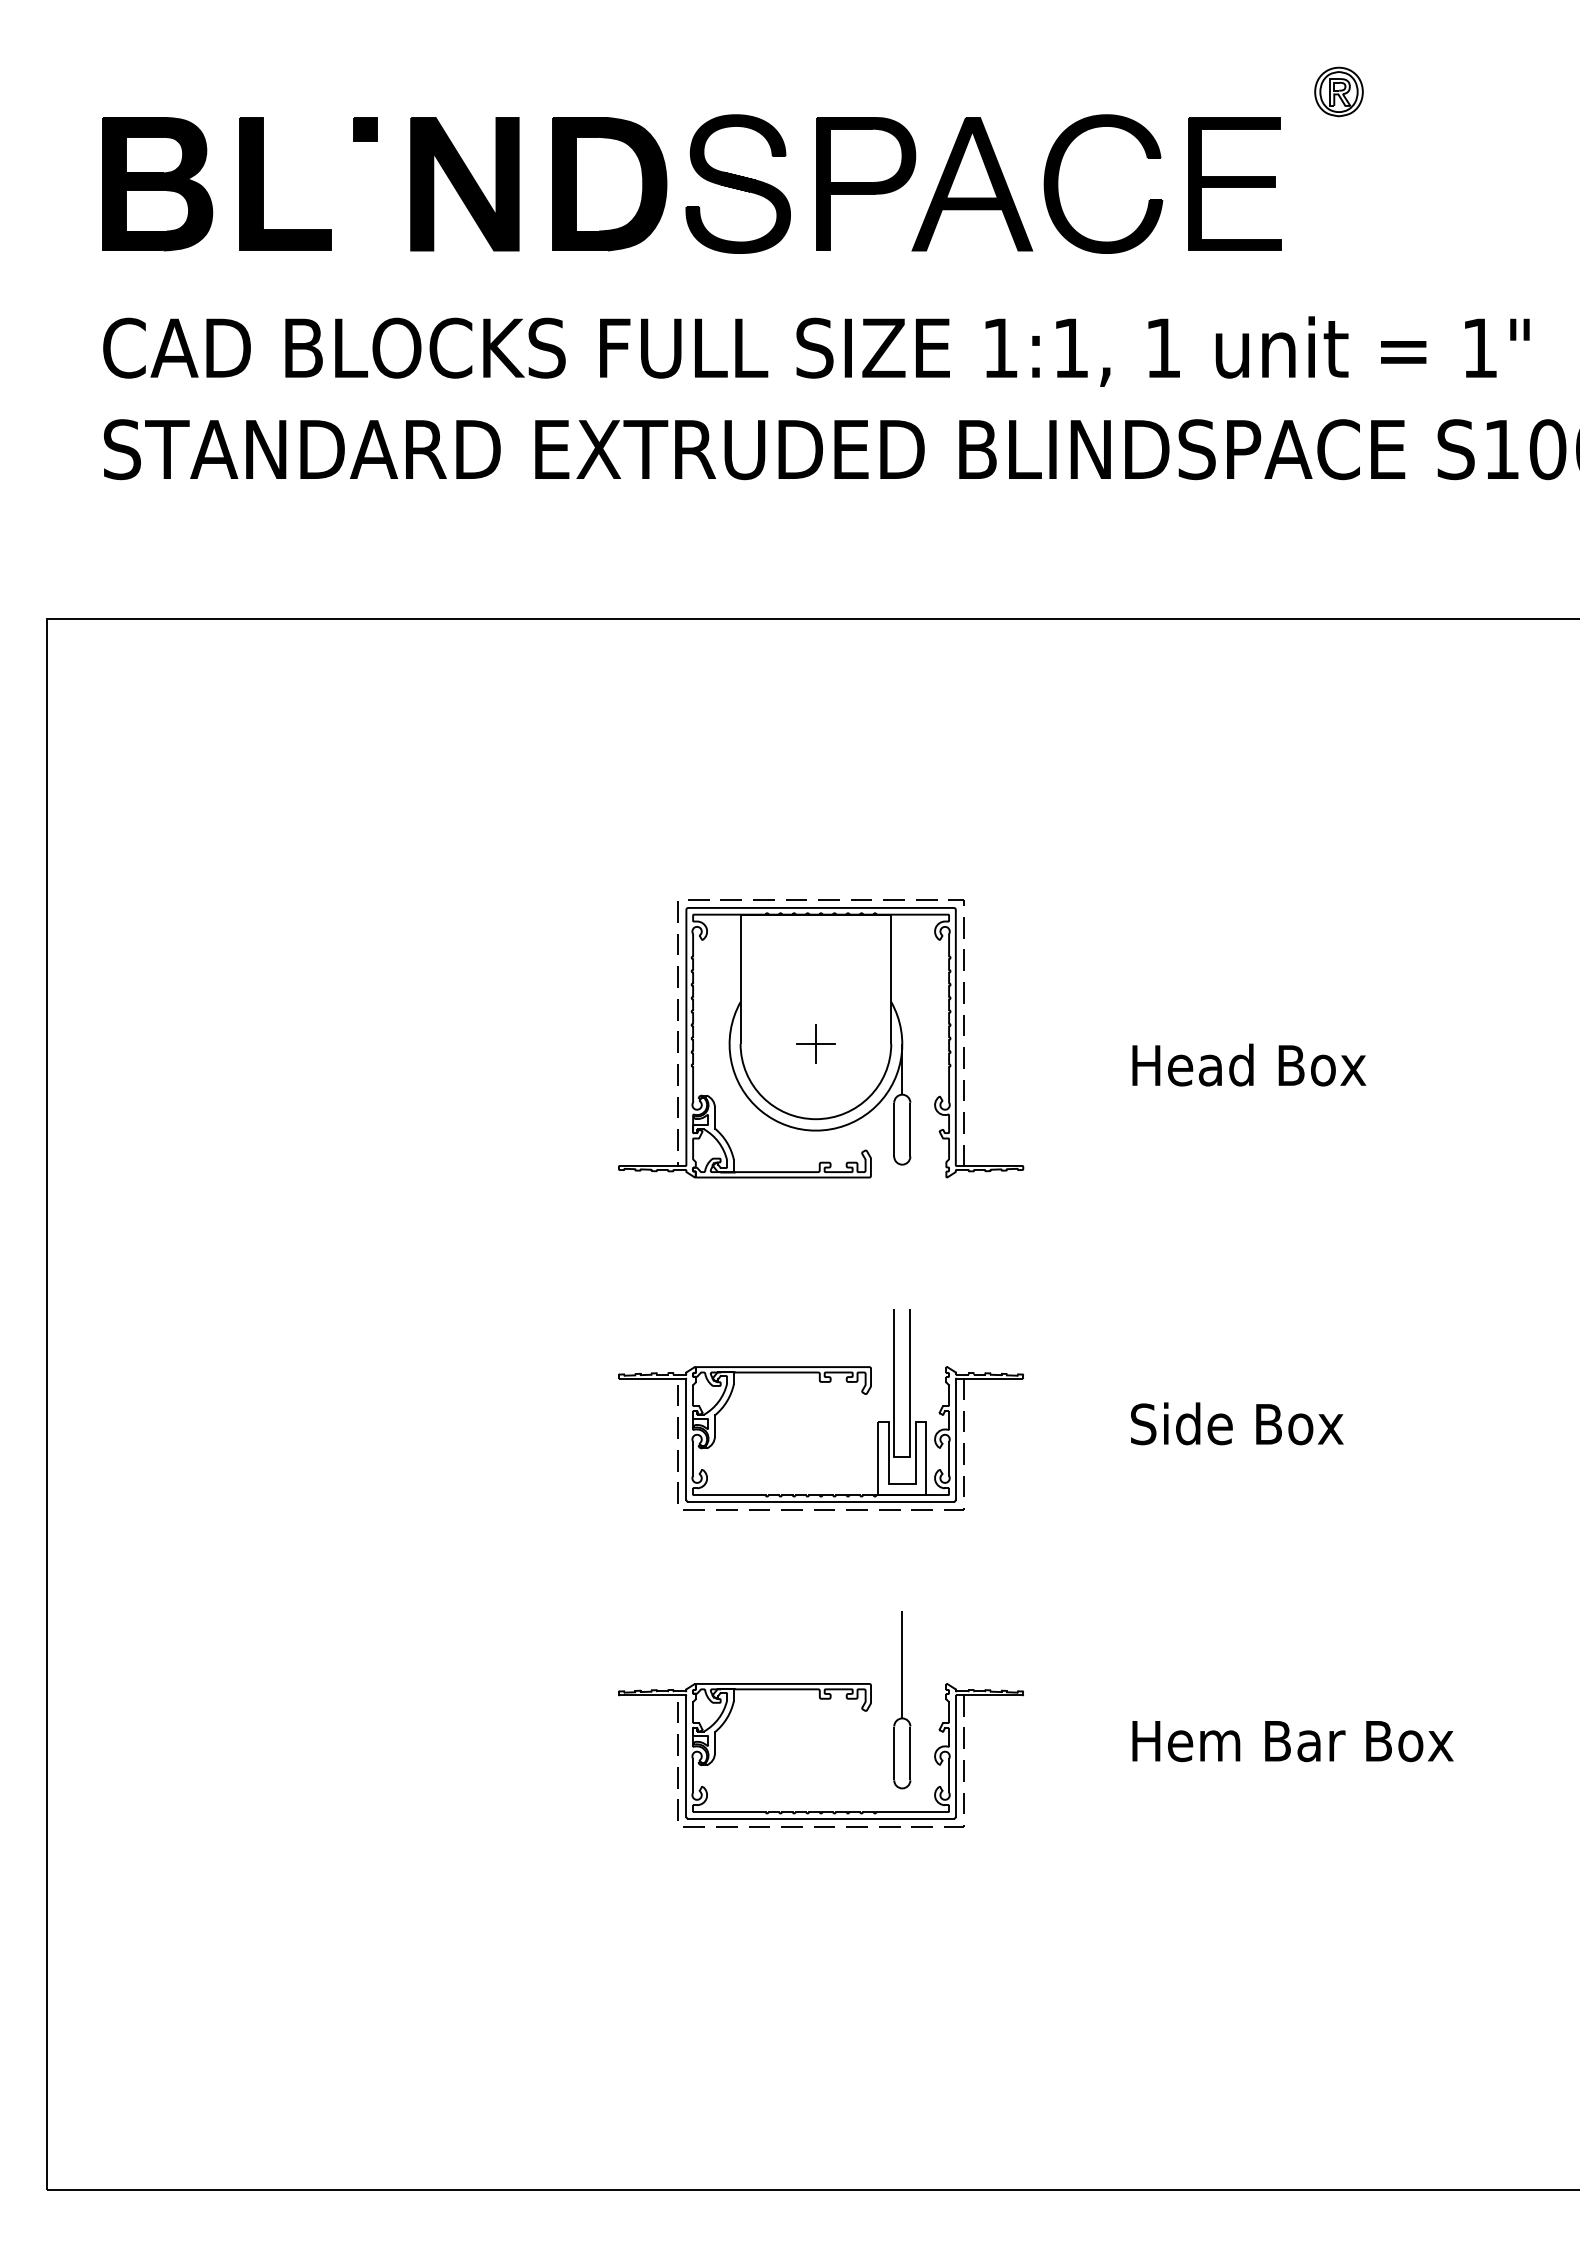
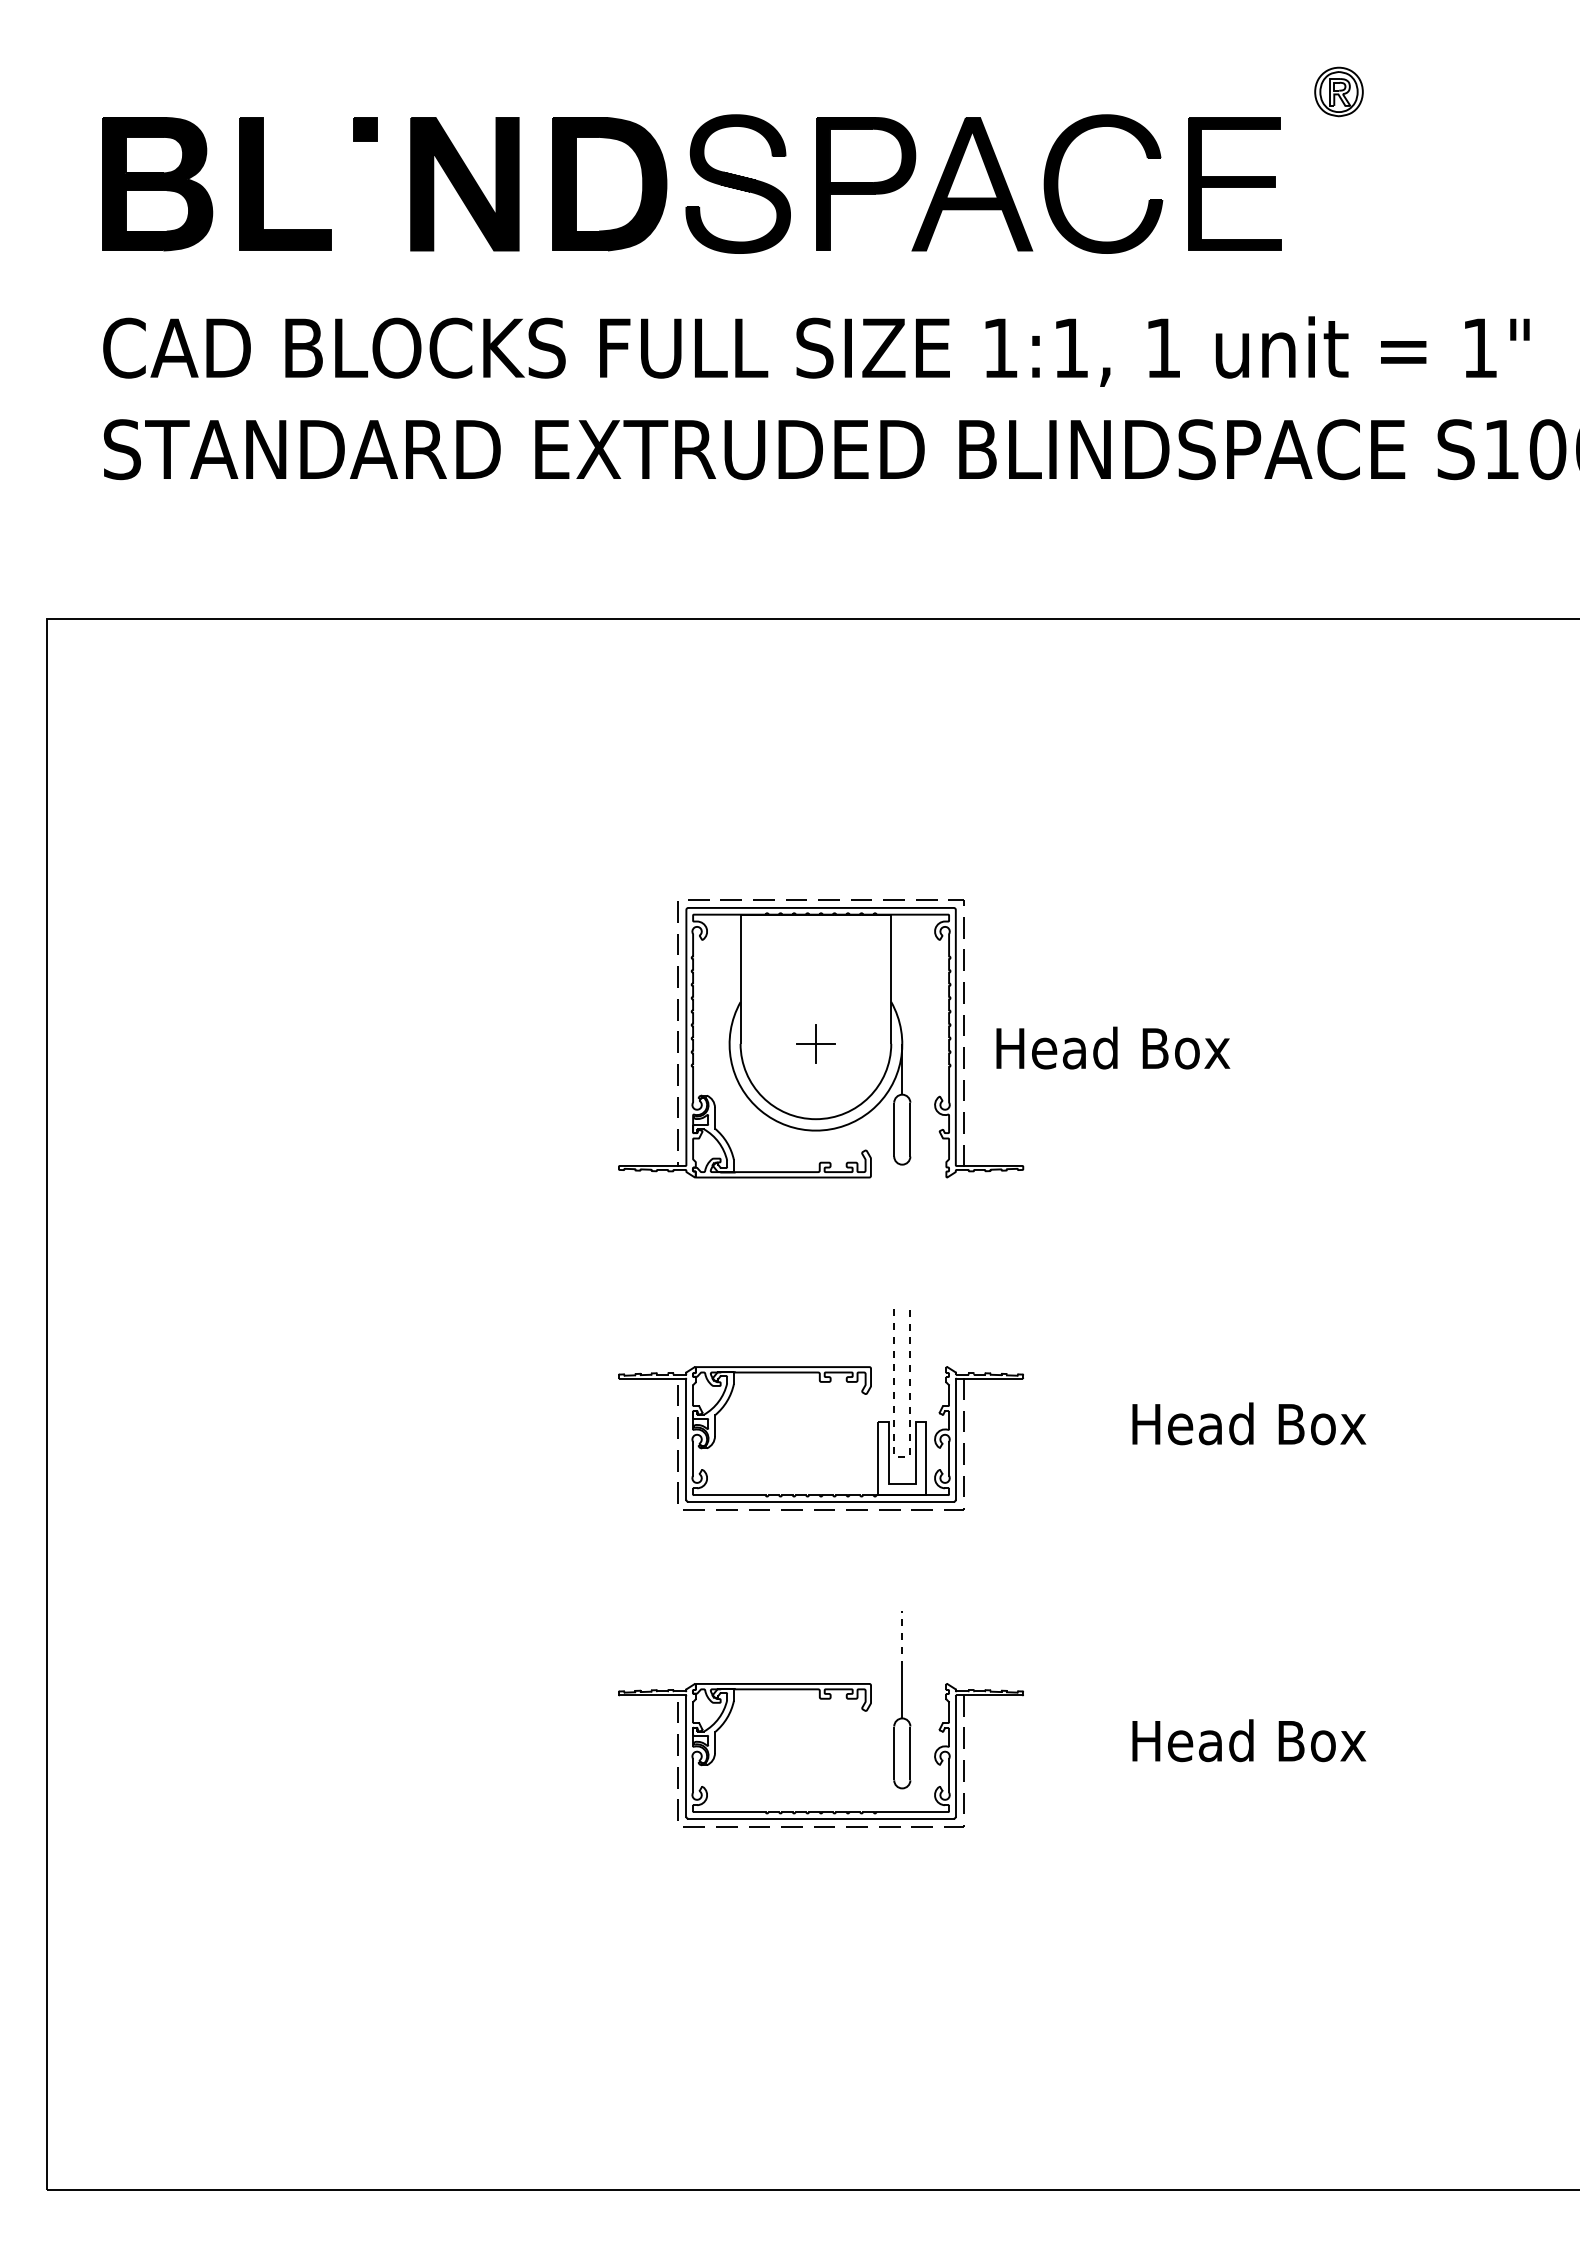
text at (1249, 1064) position: (1249, 1064) -> (1113, 1047)
text at (1248, 1423): Side Box -> Head Box
line at (902, 1457): solid -> dashed
line at (902, 1639): solid -> dashed
text at (1325, 1740): Hem Bar Box -> Head Box
